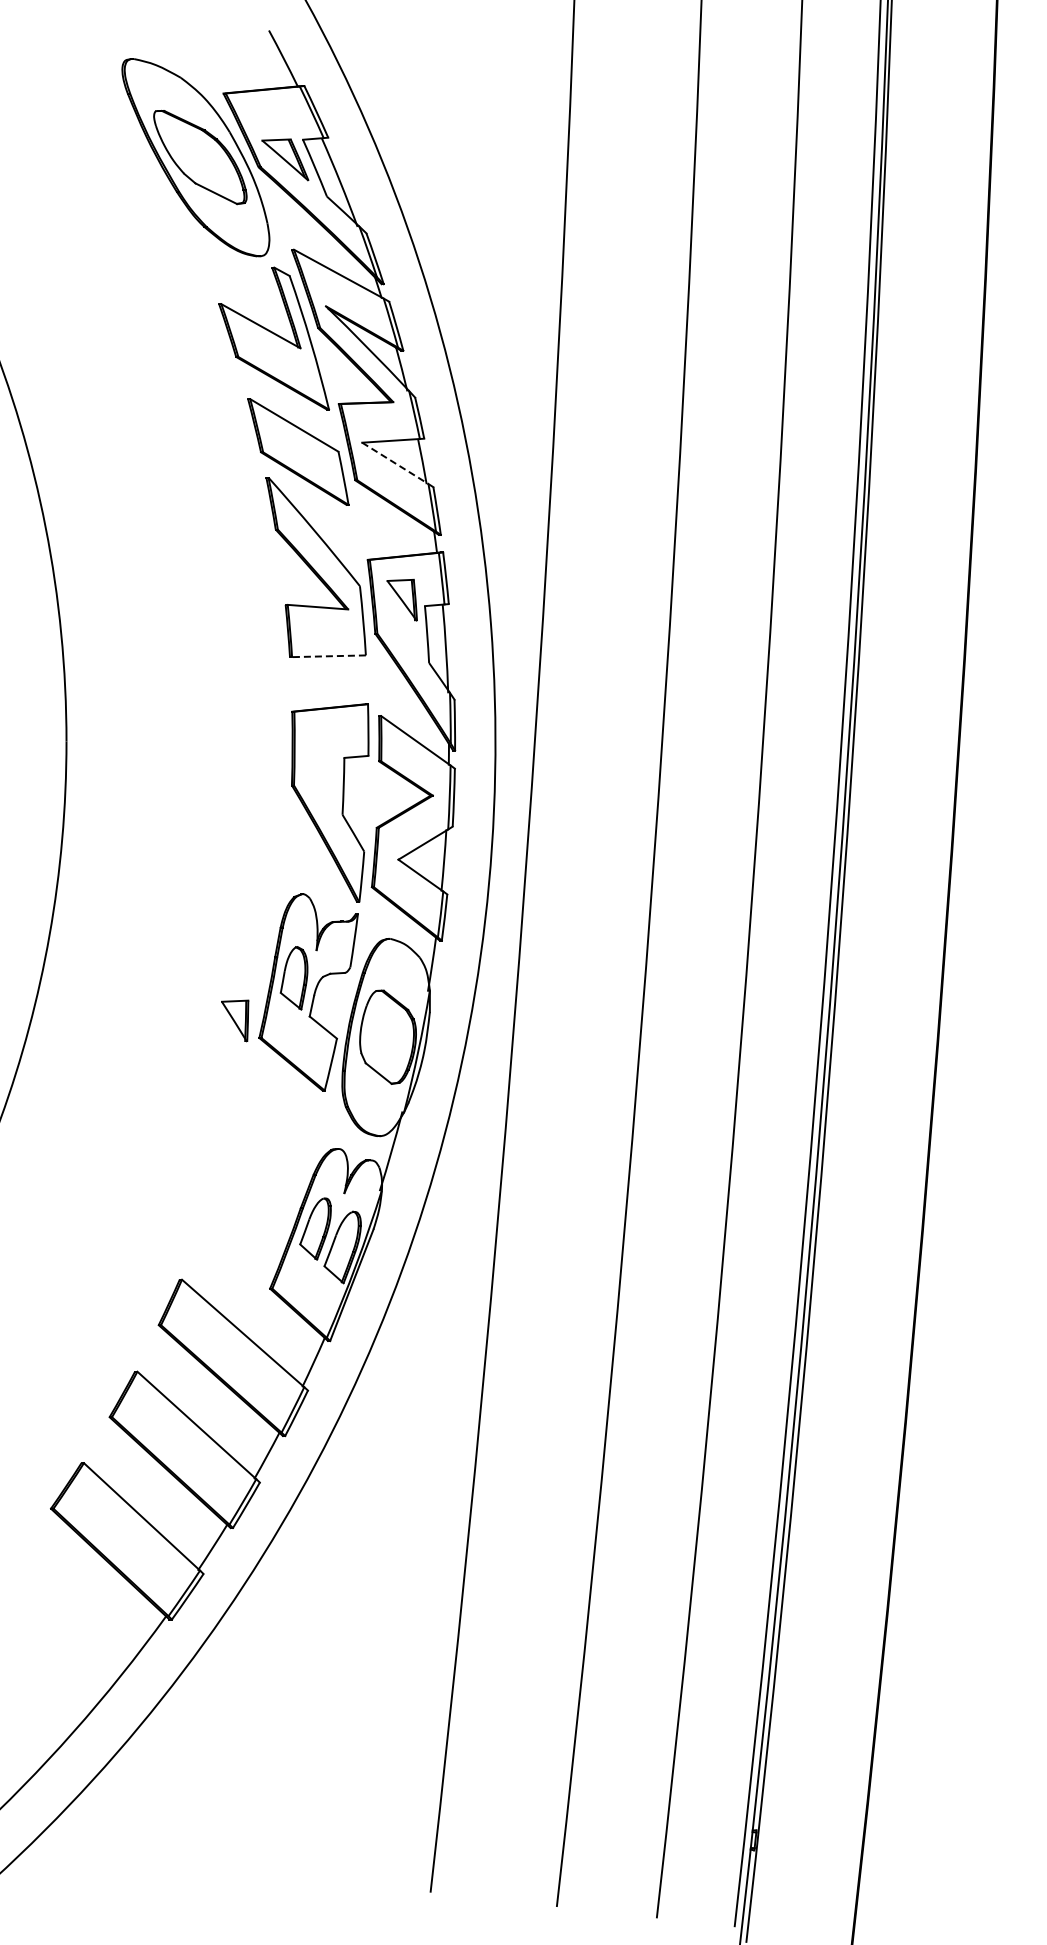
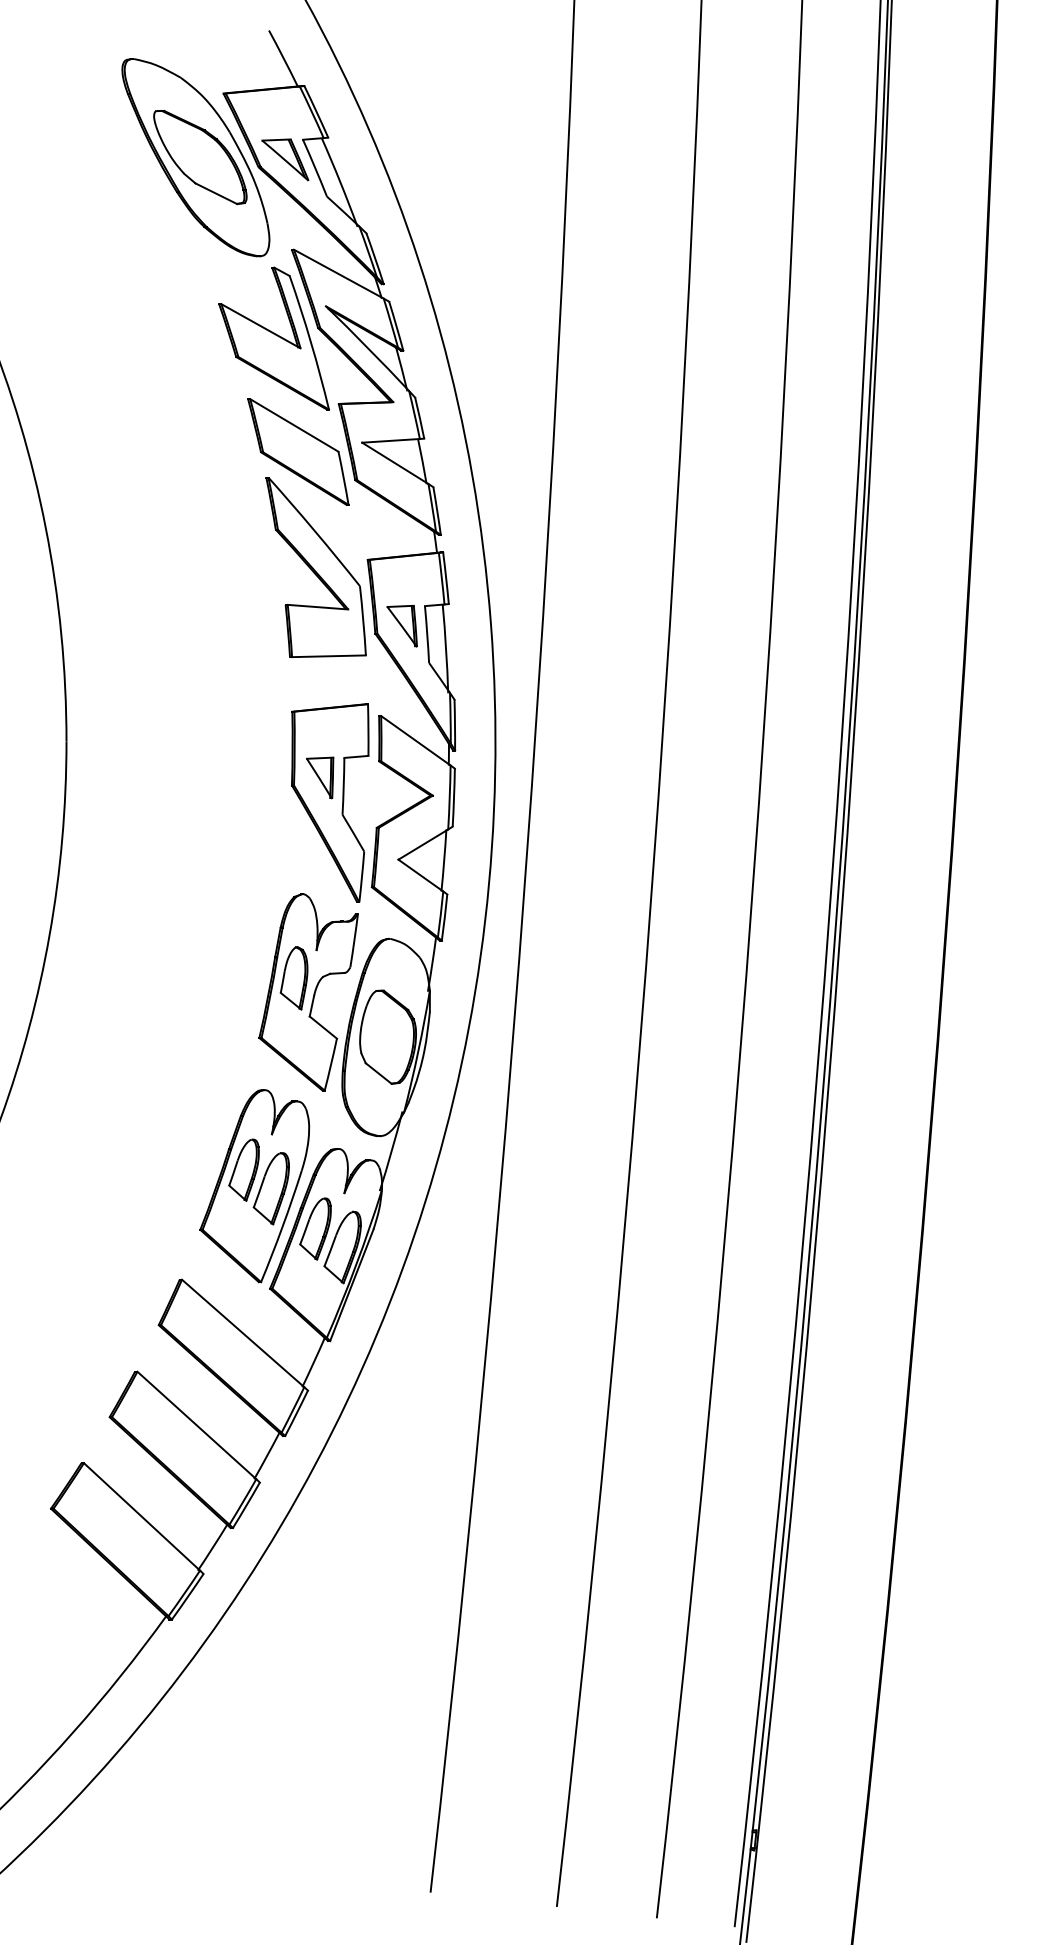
line at (395, 463): dashed -> solid
part at (401, 599) position: (401, 599) -> (401, 625)
line at (328, 656): dashed -> solid
part at (235, 1020) position: (235, 1020) -> (320, 777)
part at (254, 1186): none -> present
